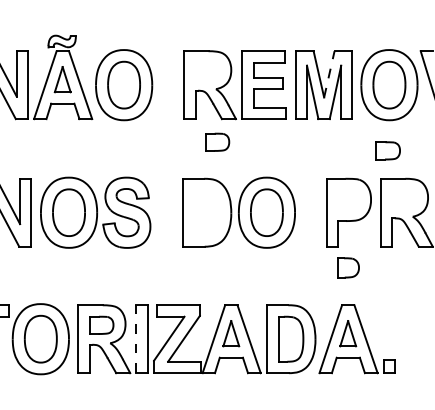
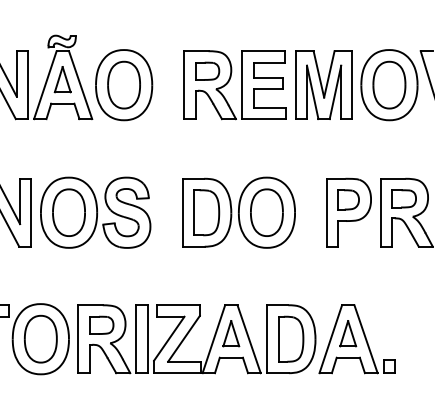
line at (329, 74): dashed -> solid
part at (217, 141) position: (217, 141) -> (207, 70)
part at (387, 150) position: (387, 150) -> (403, 198)
part at (206, 212): none -> present
part at (348, 267) position: (348, 267) -> (348, 199)
line at (136, 339): dashed -> solid
